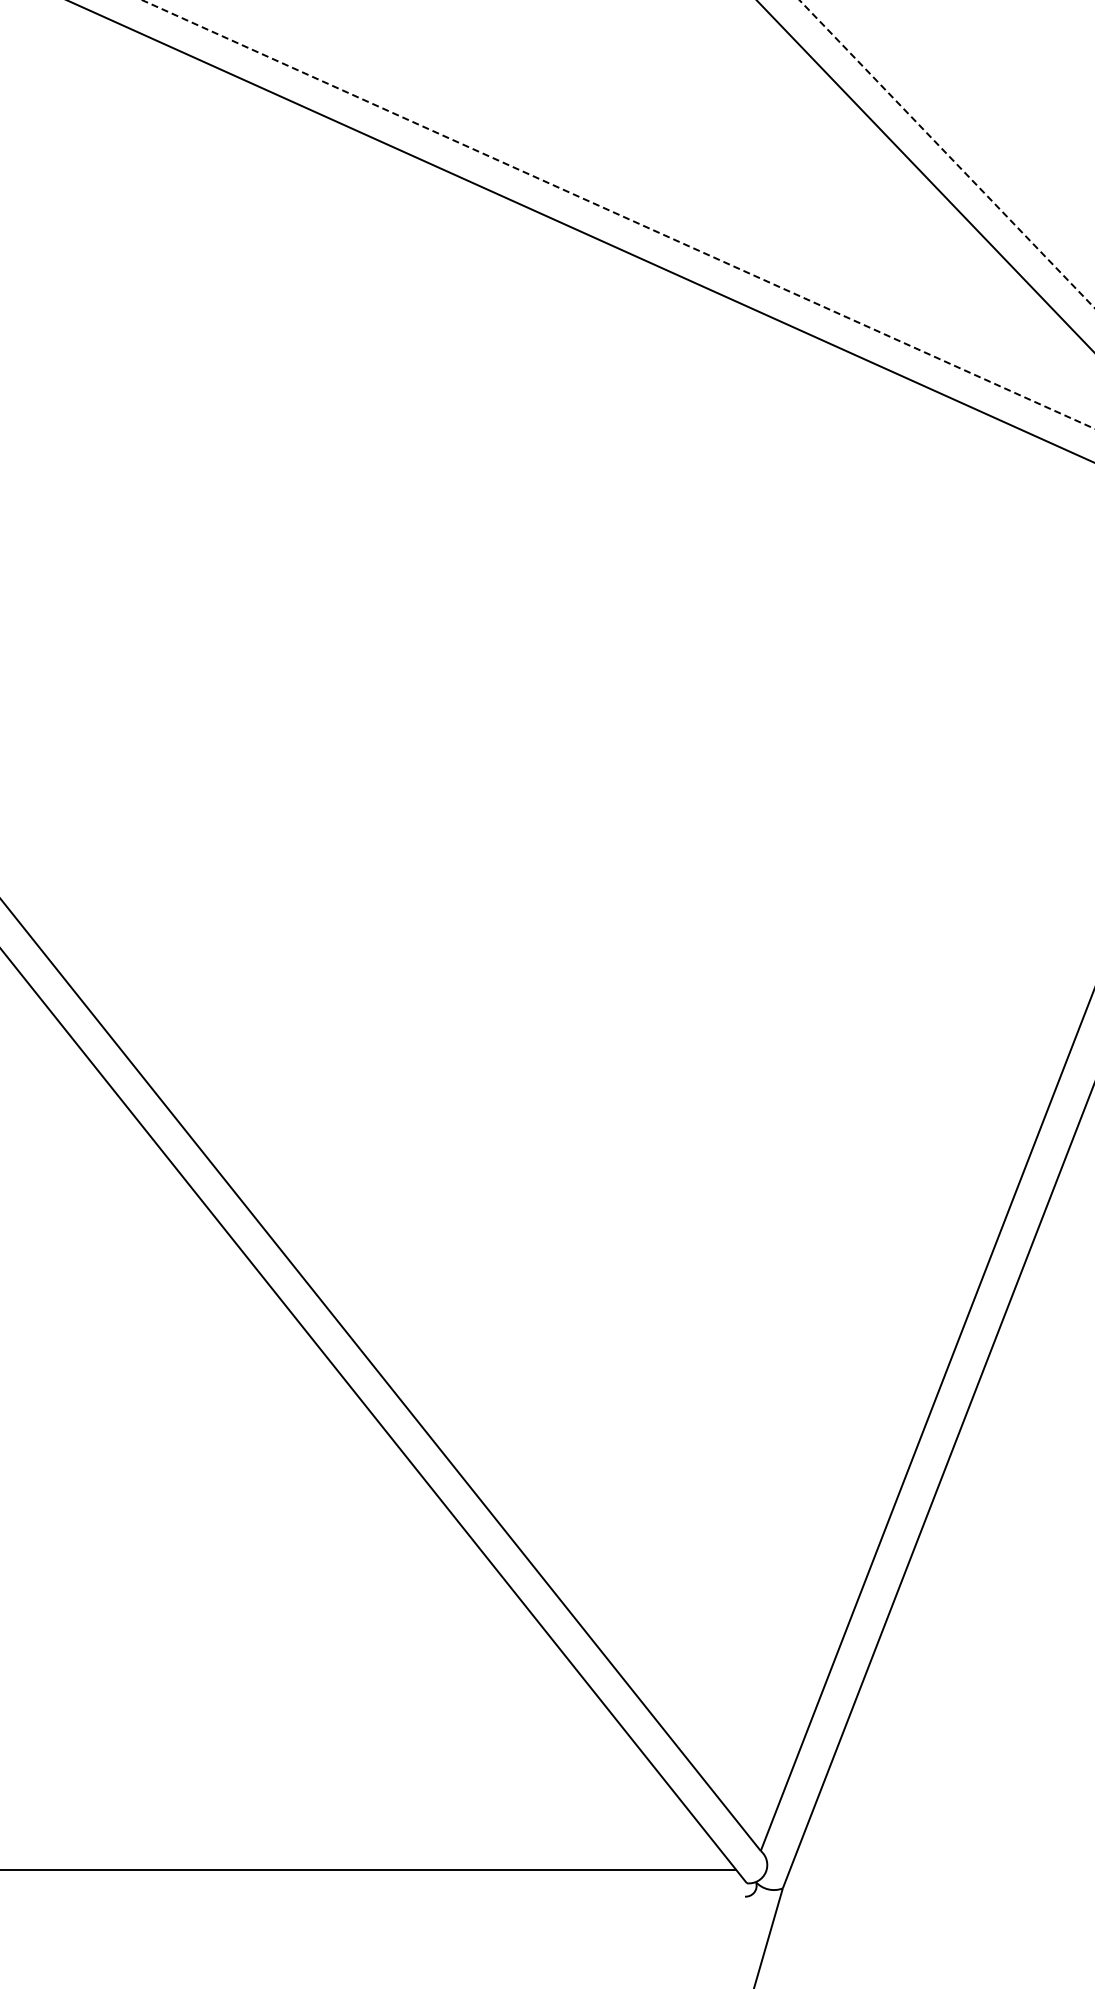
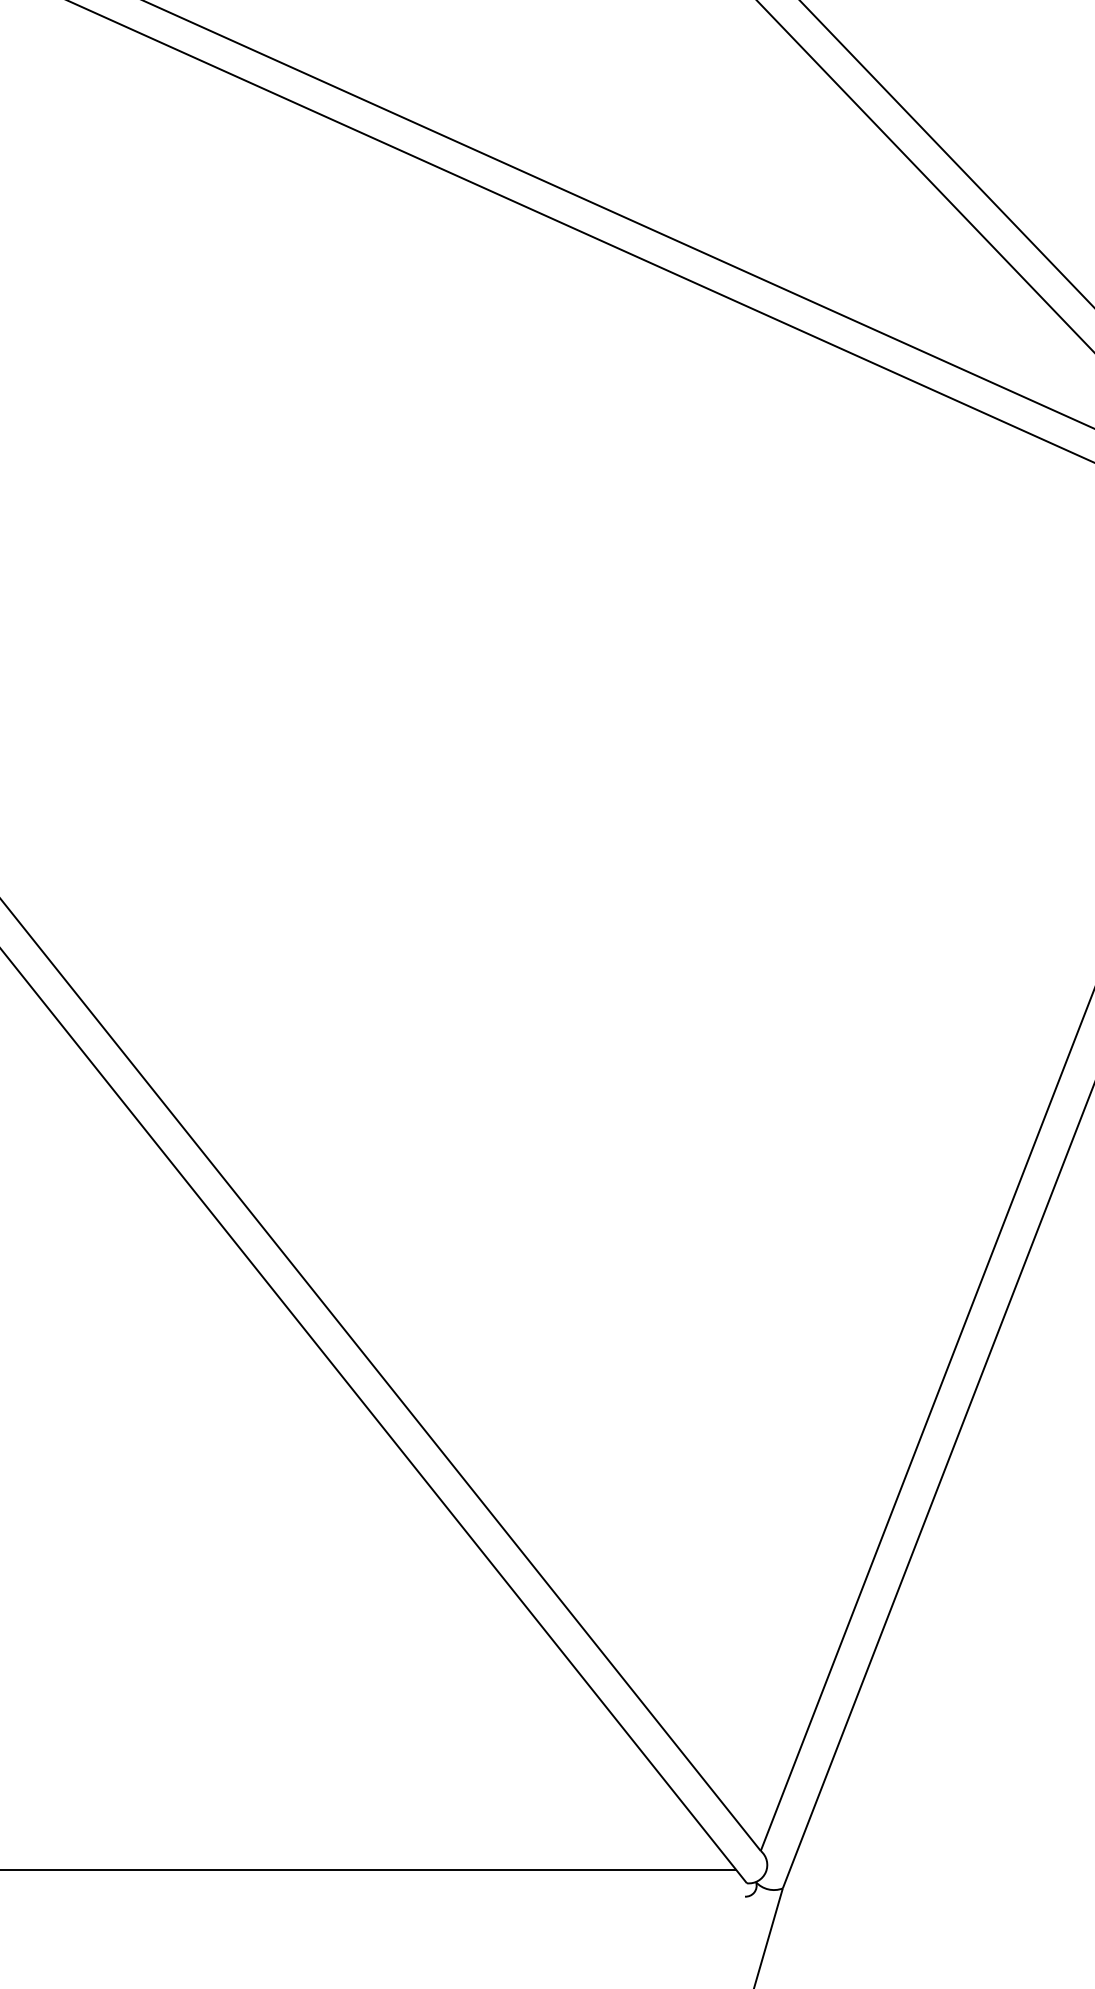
line at (947, 154): dashed -> solid
line at (619, 214): dashed -> solid
